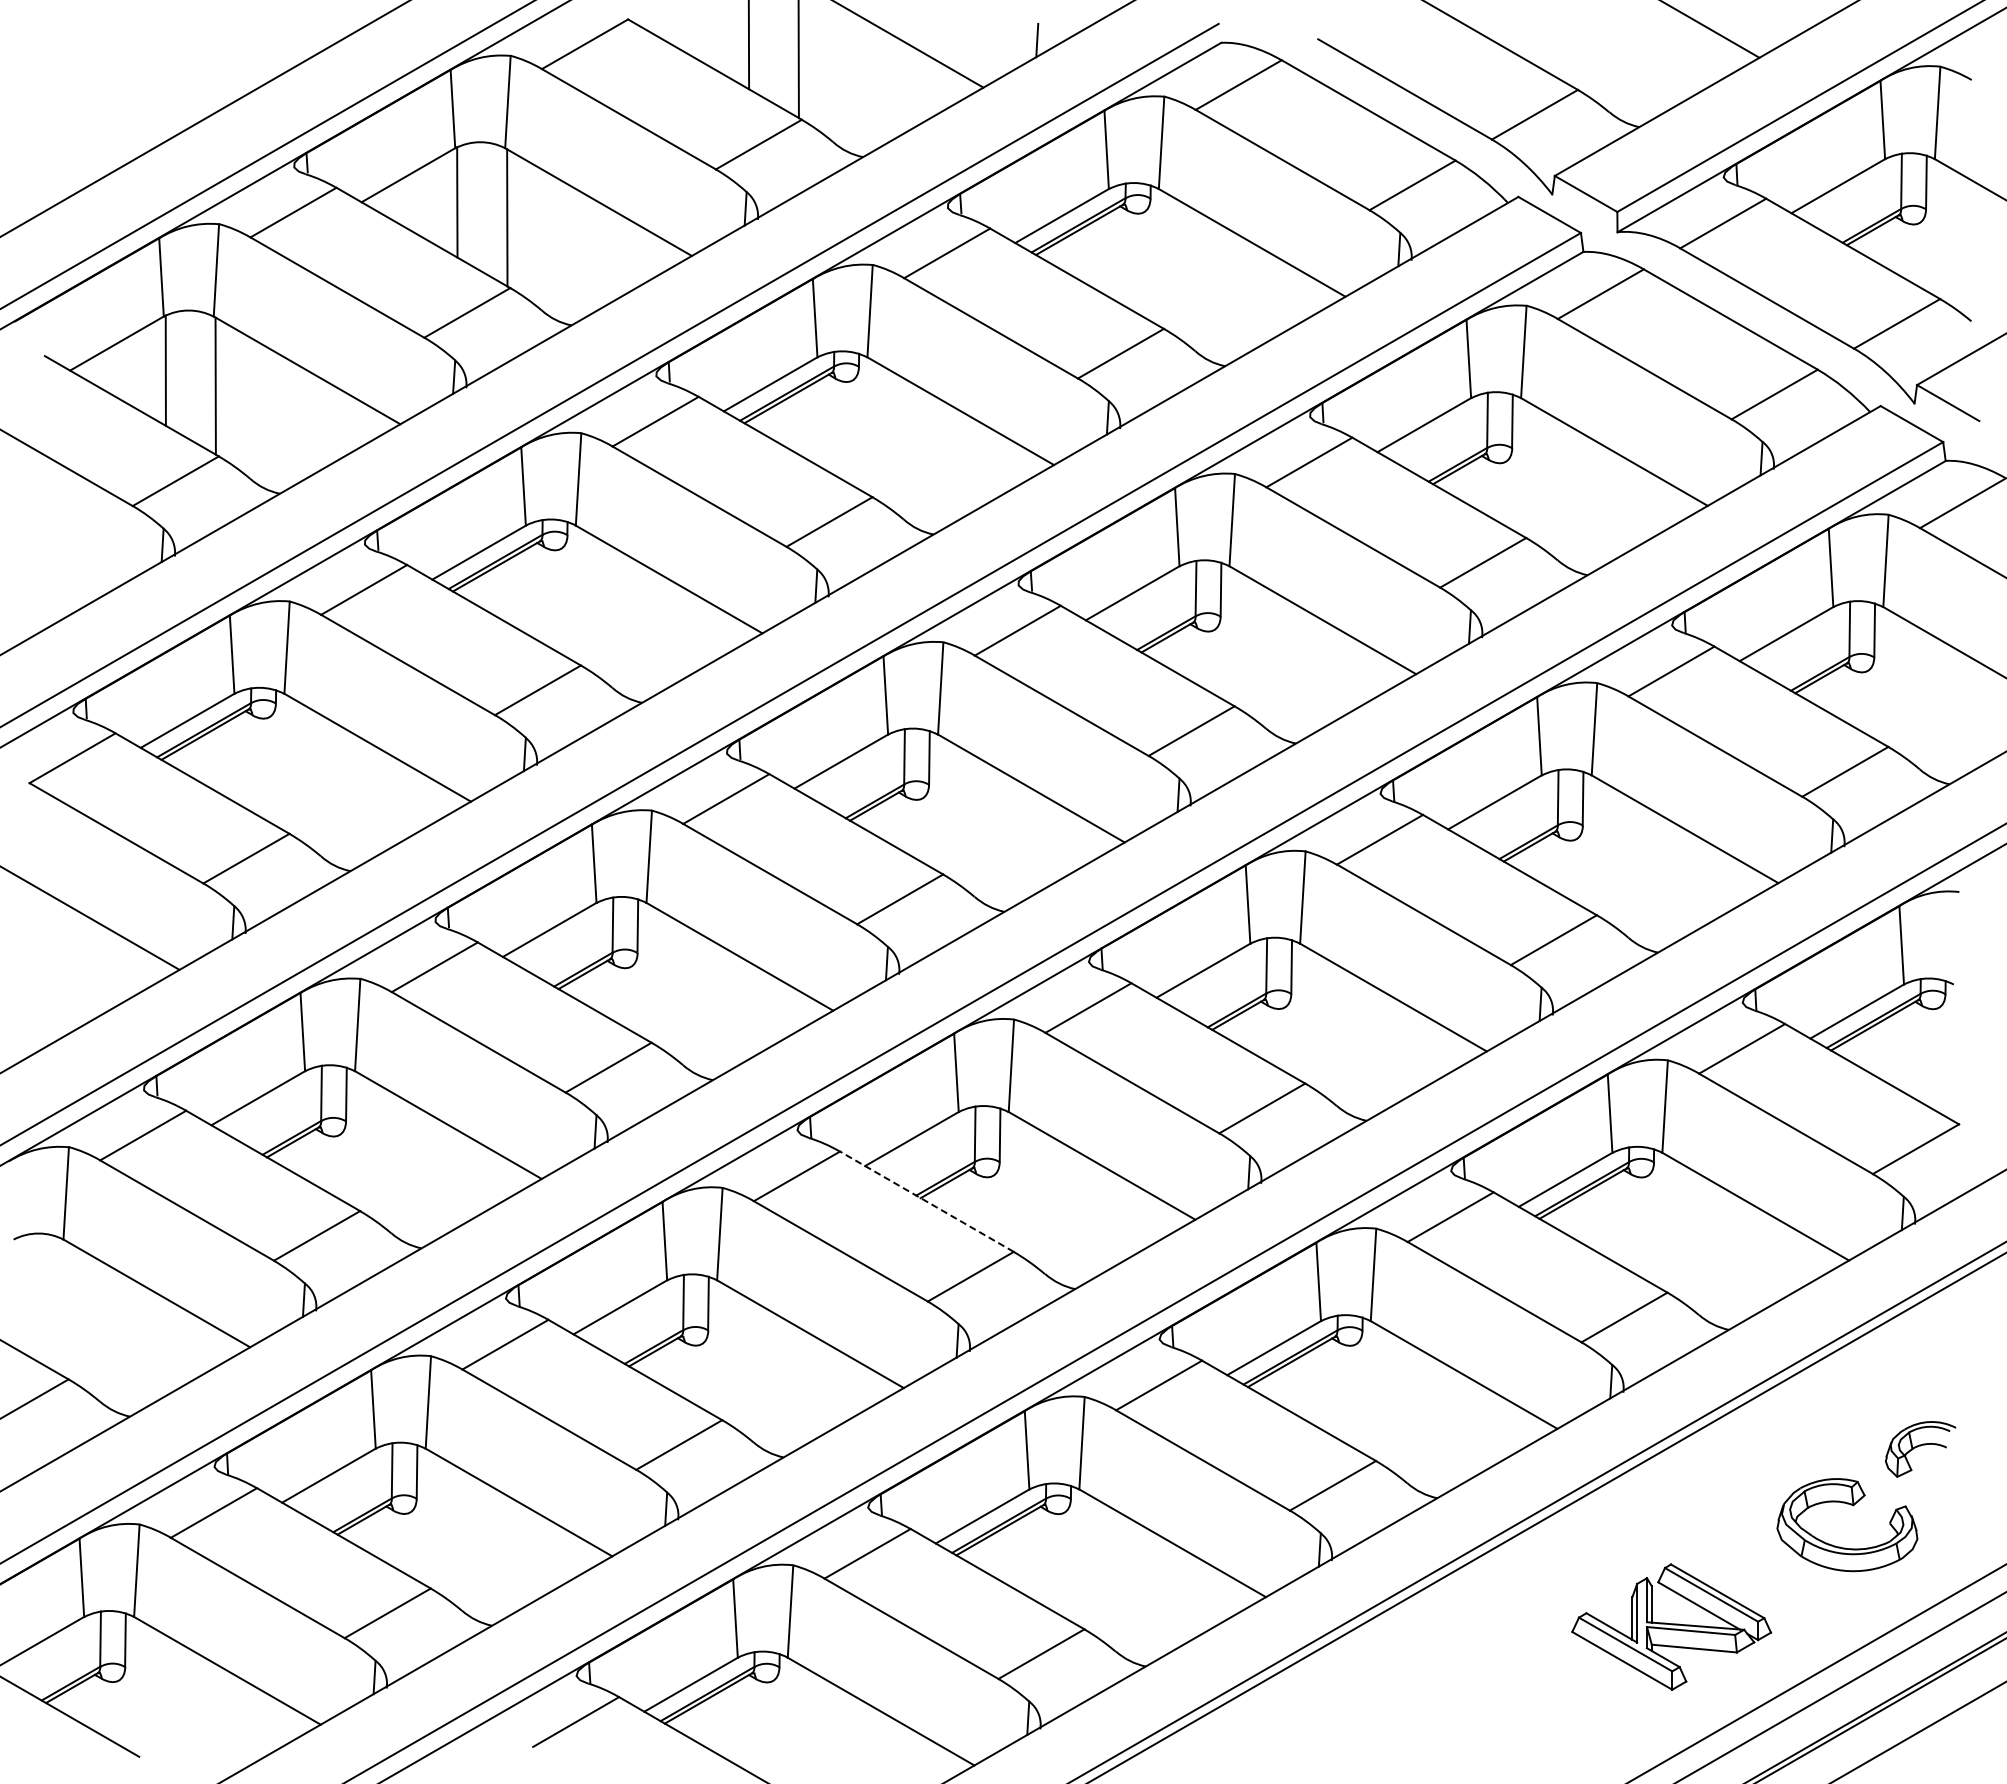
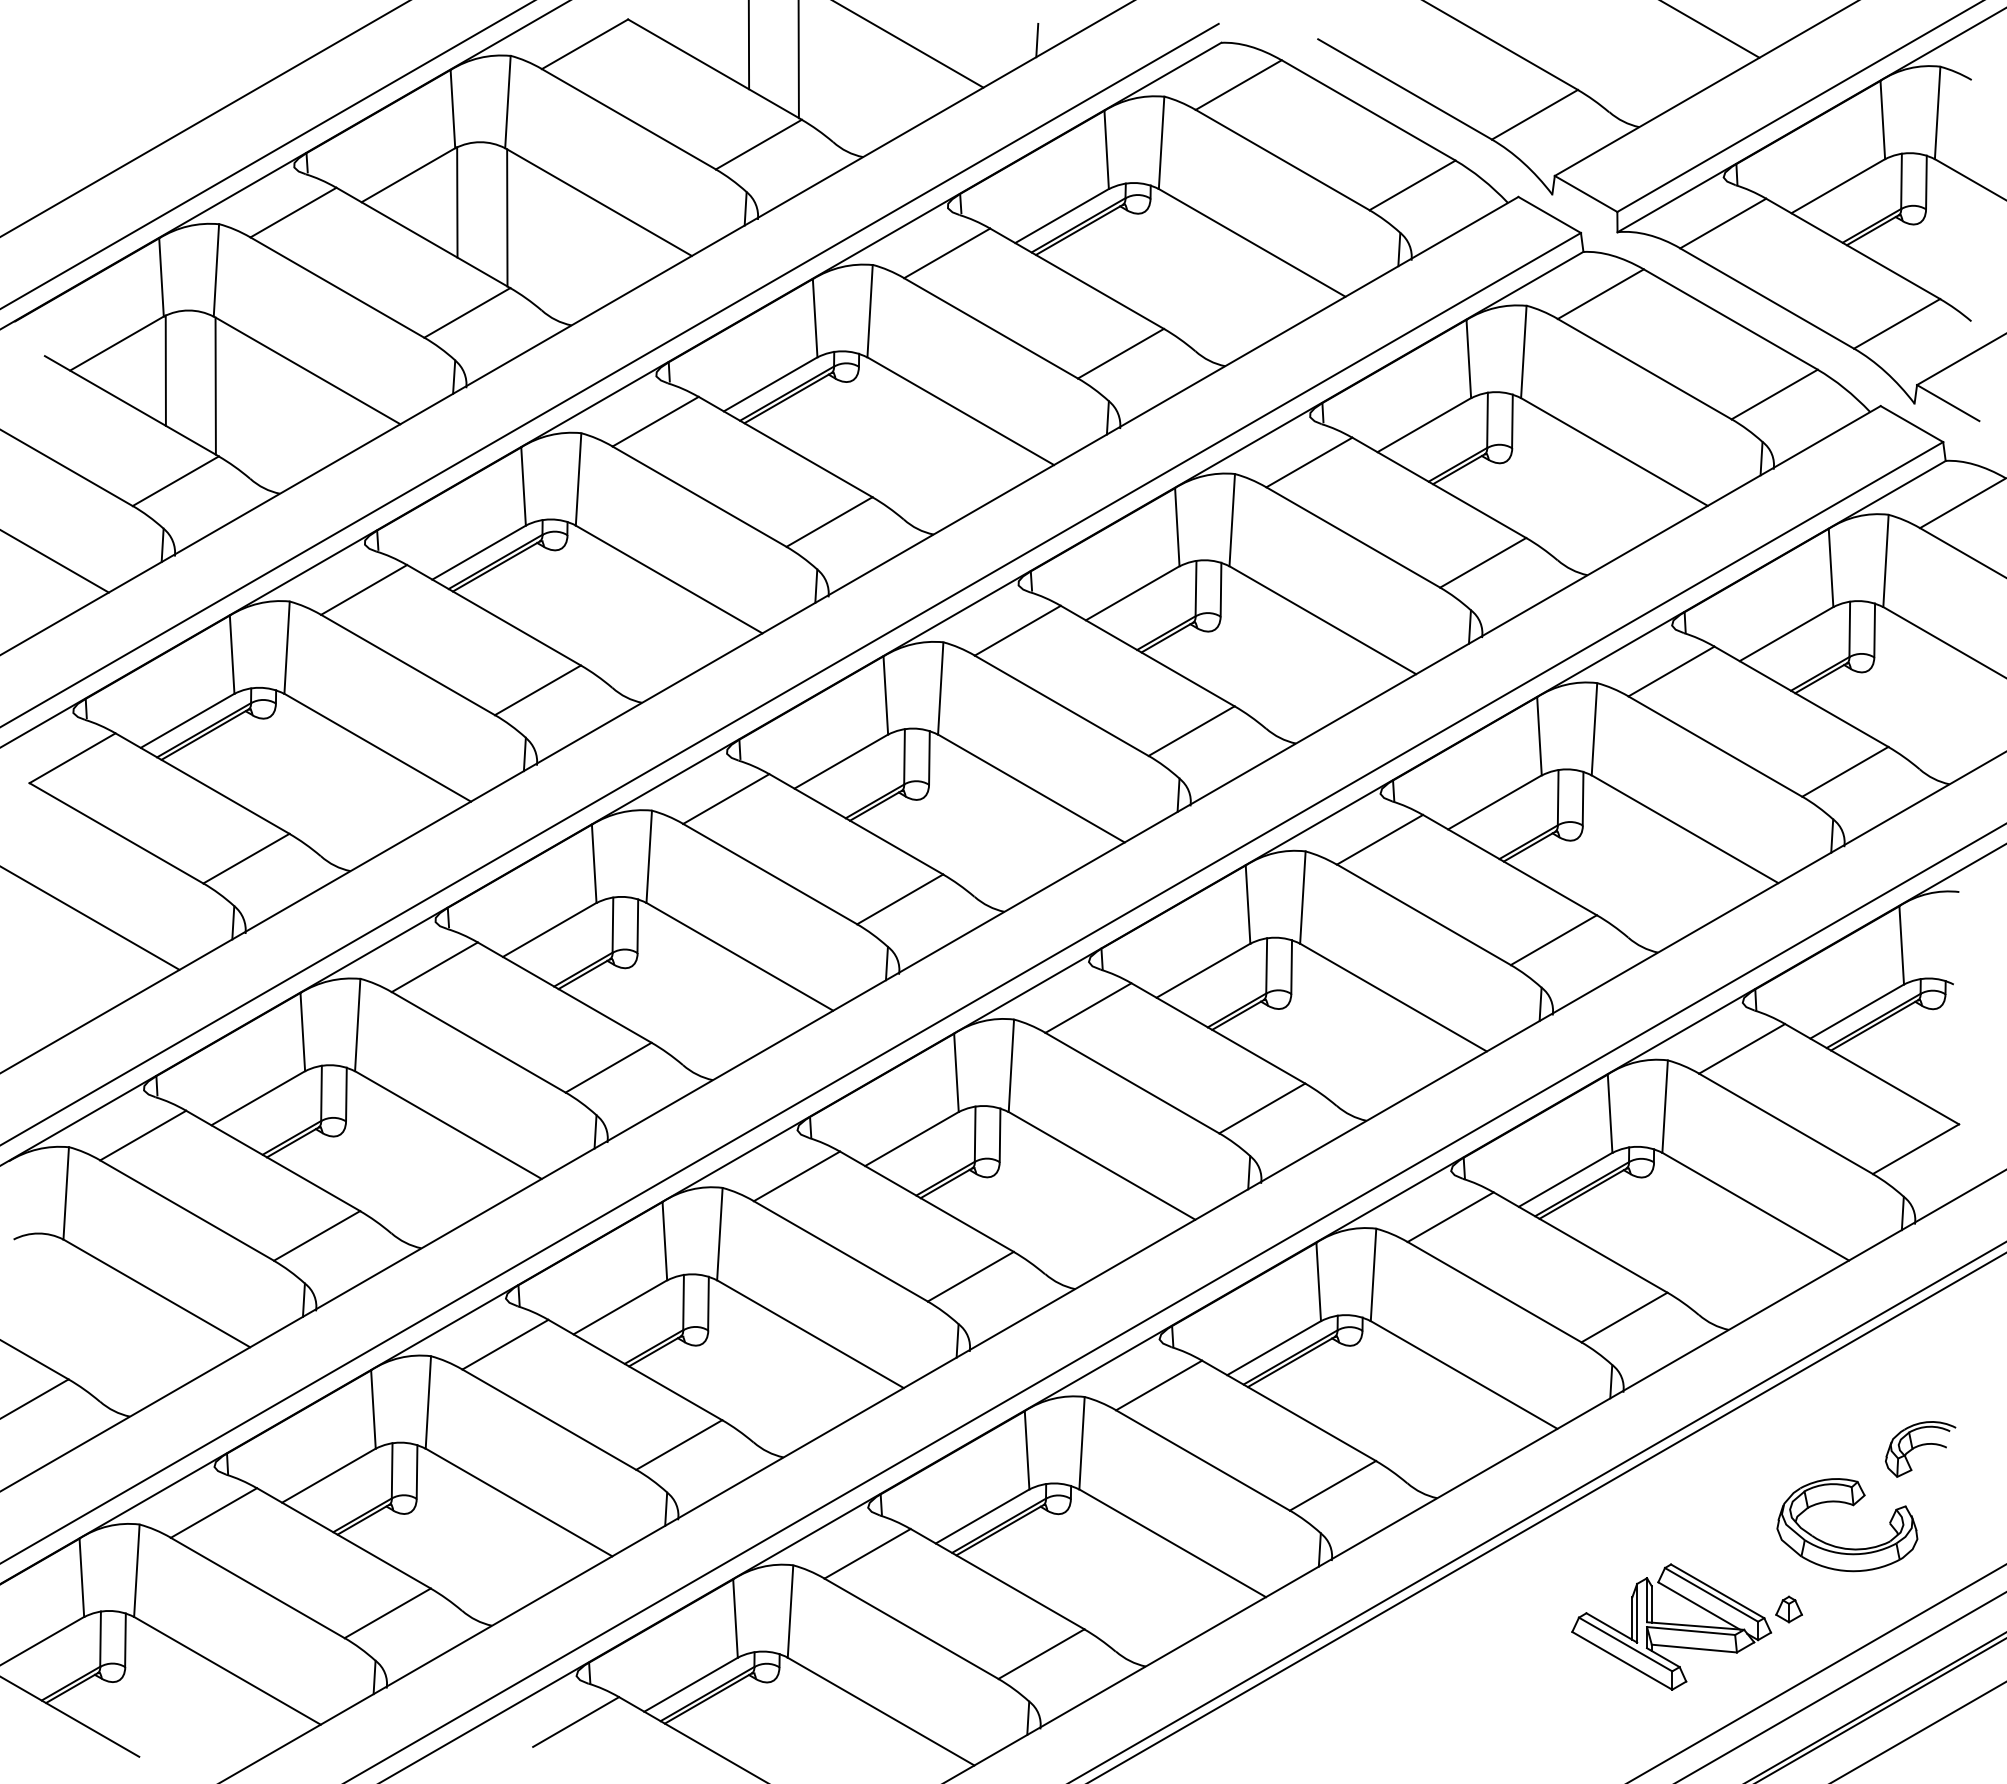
line at (55, 561): none -> present
line at (926, 1201): dashed -> solid
part at (1788, 1609): none -> present
